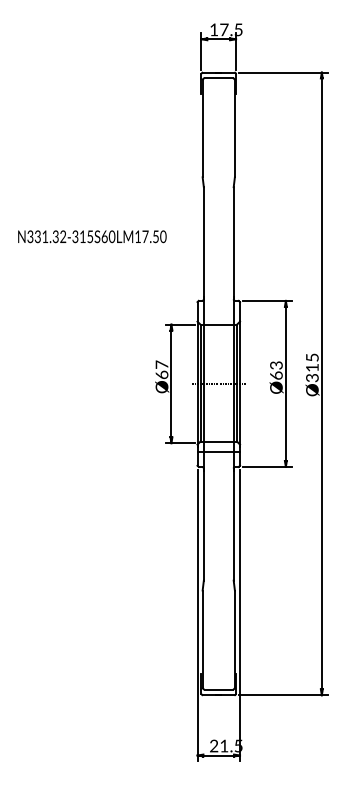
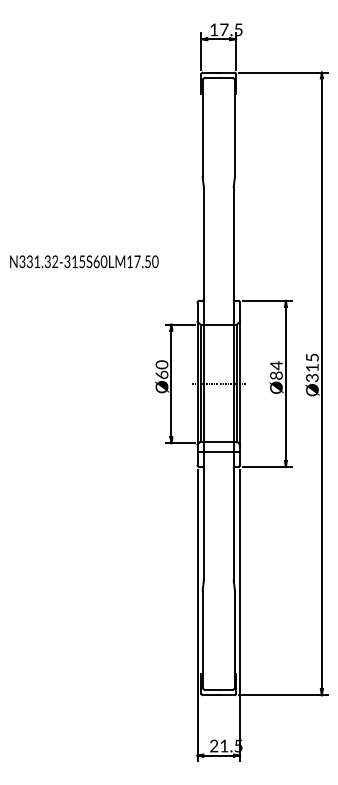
text at (92, 236) position: (92, 236) -> (84, 261)
text at (161, 364): Ø67 -> Ø60
text at (276, 370): Ø63 -> Ø84
